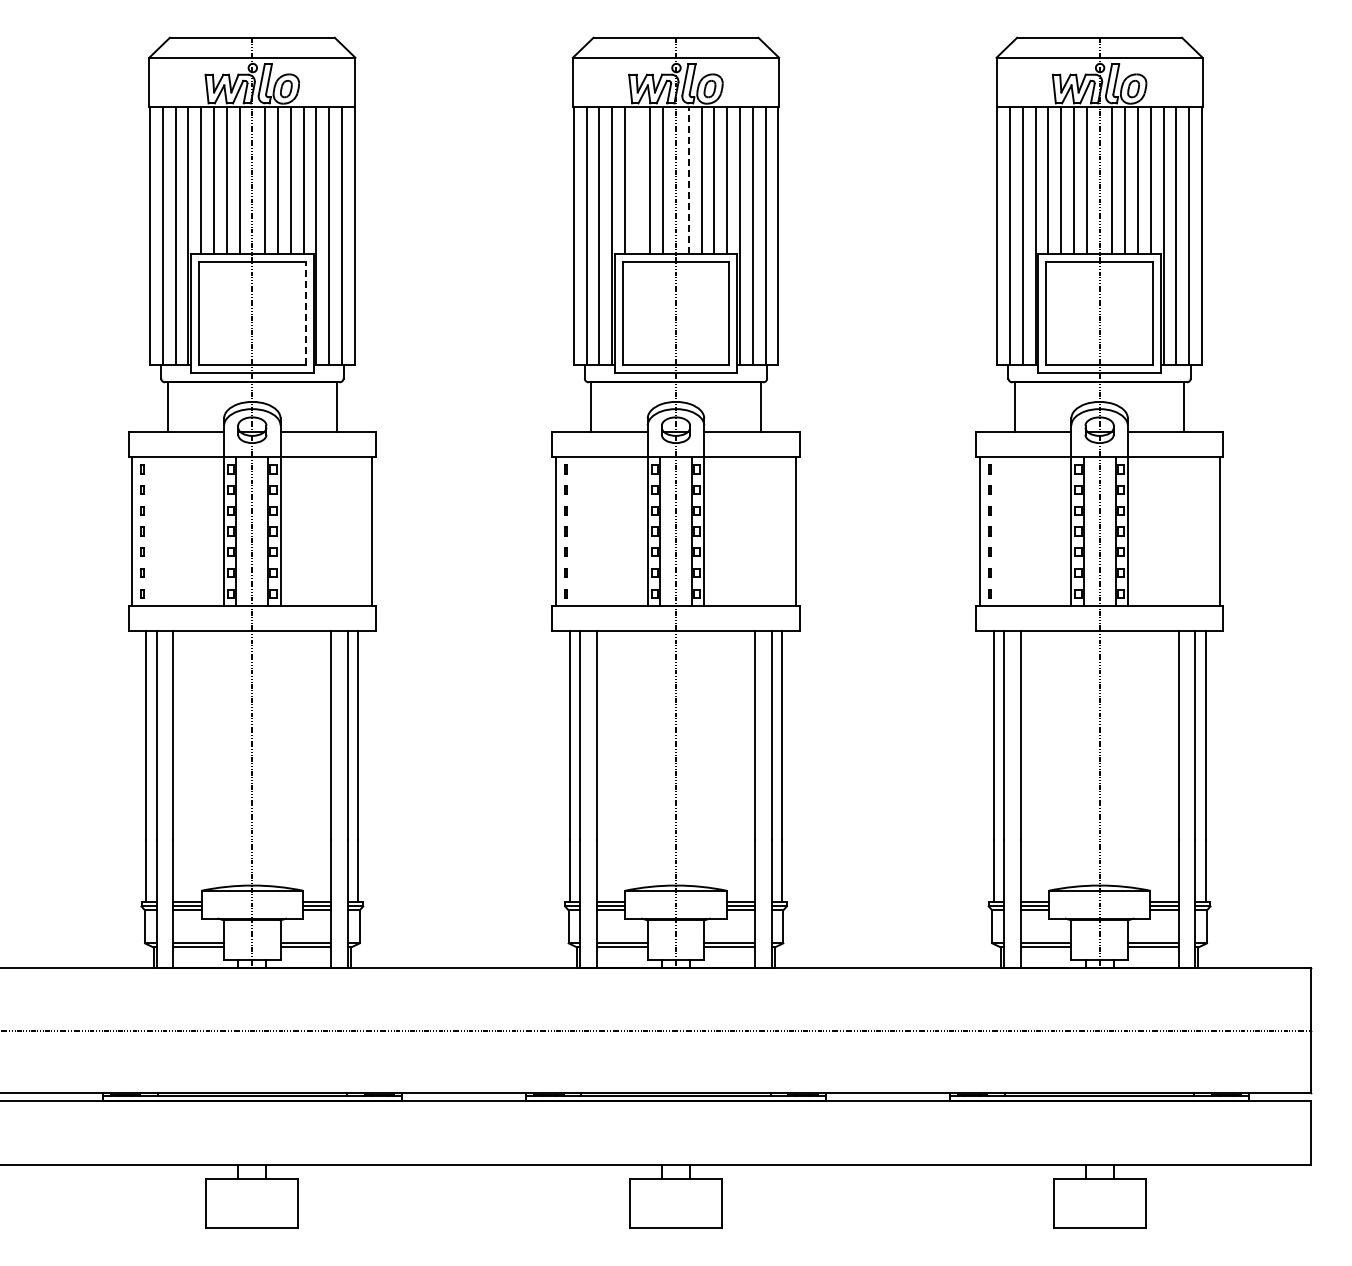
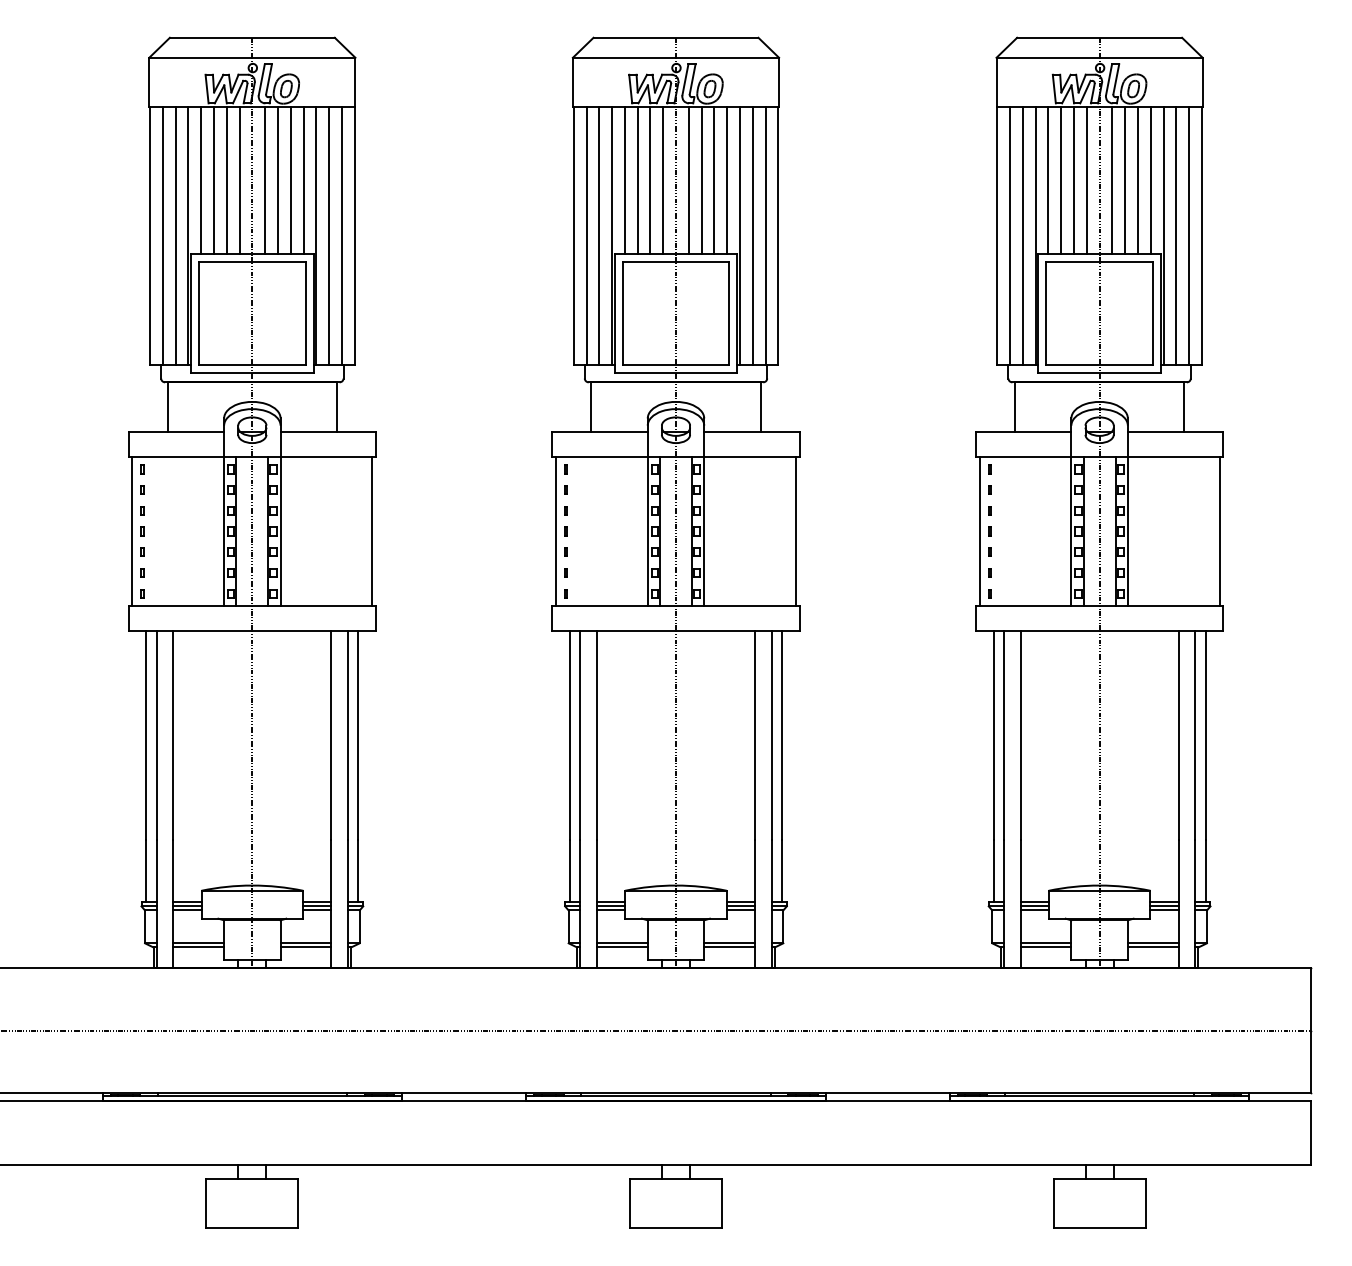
line at (637, 180): none -> present
line at (688, 180): dashed -> solid
line at (305, 313): dashed -> solid
